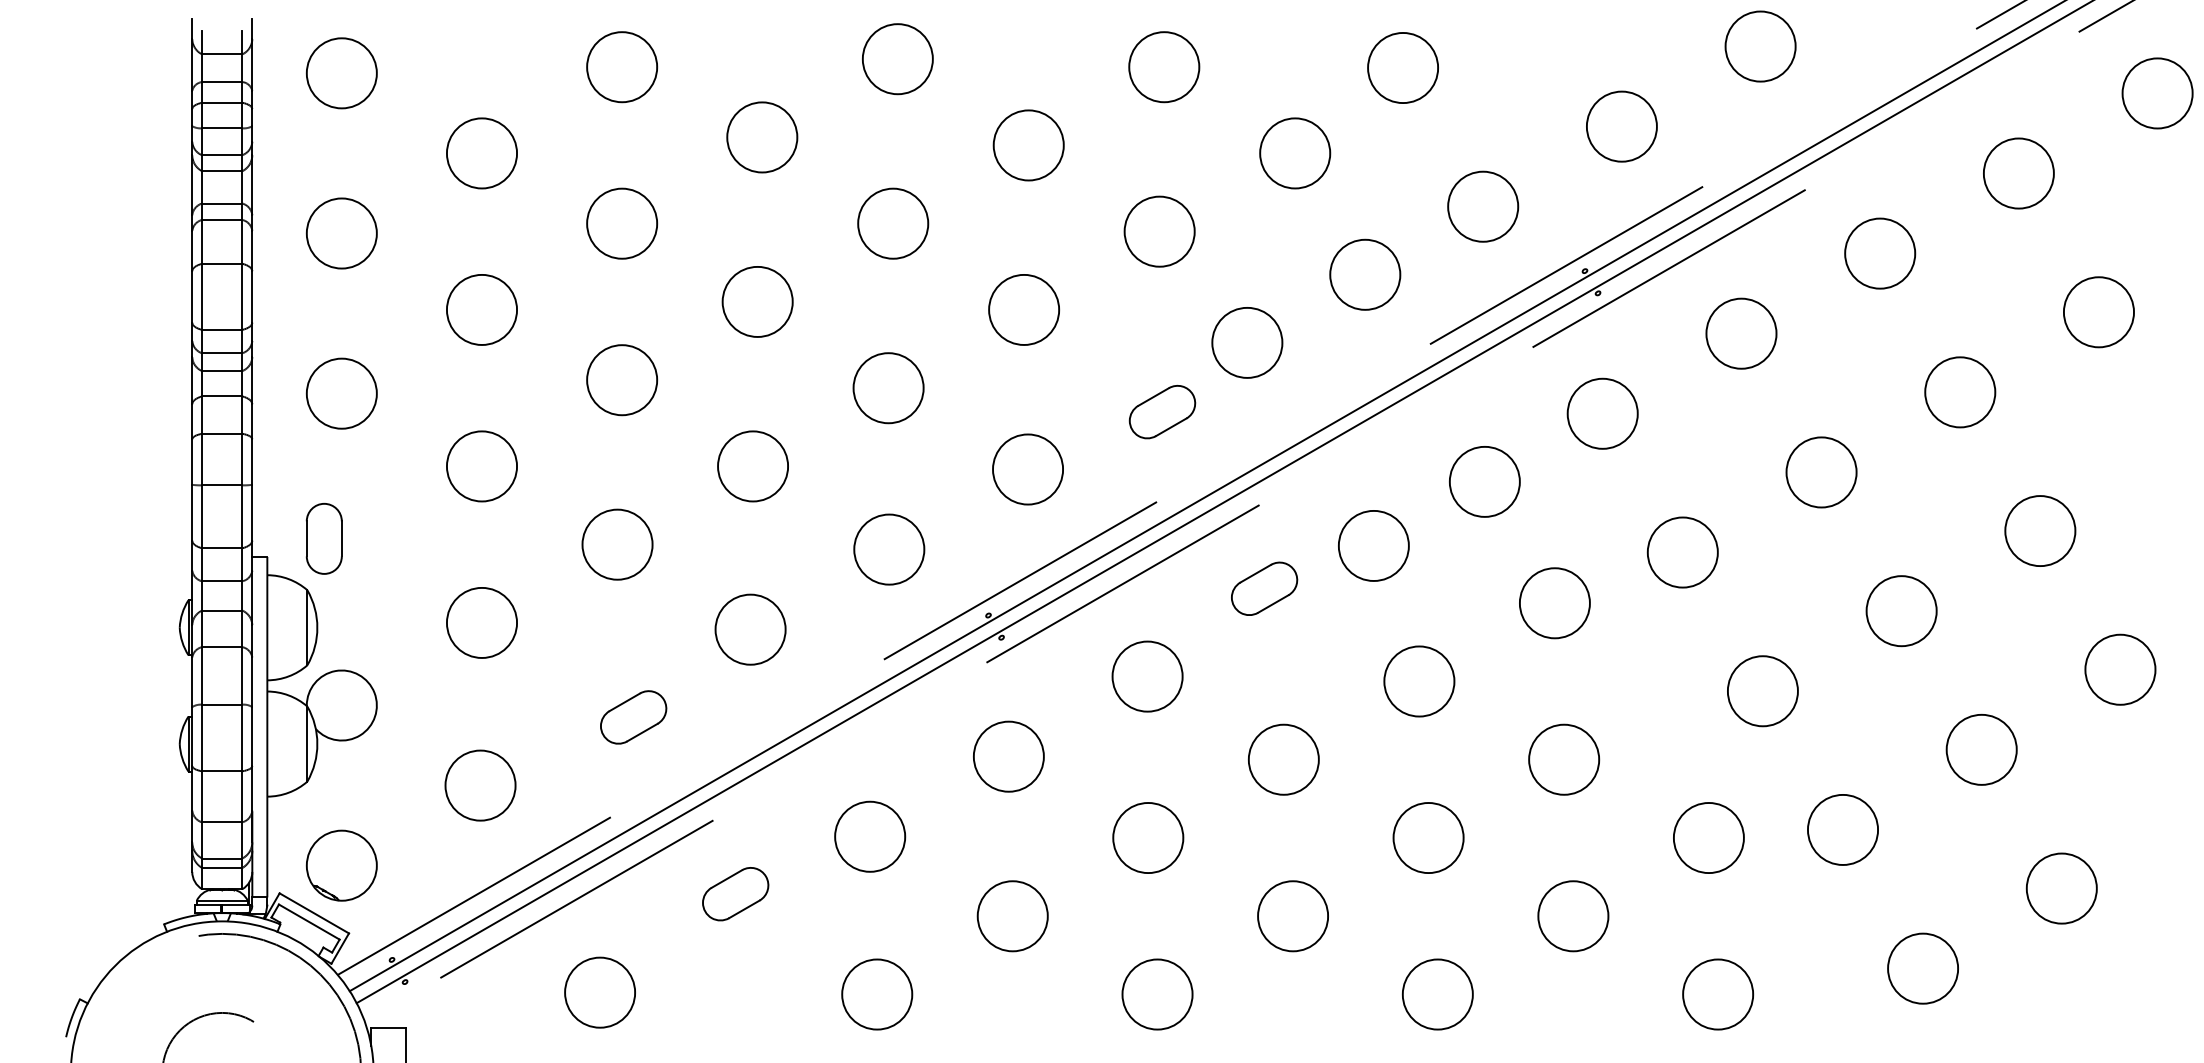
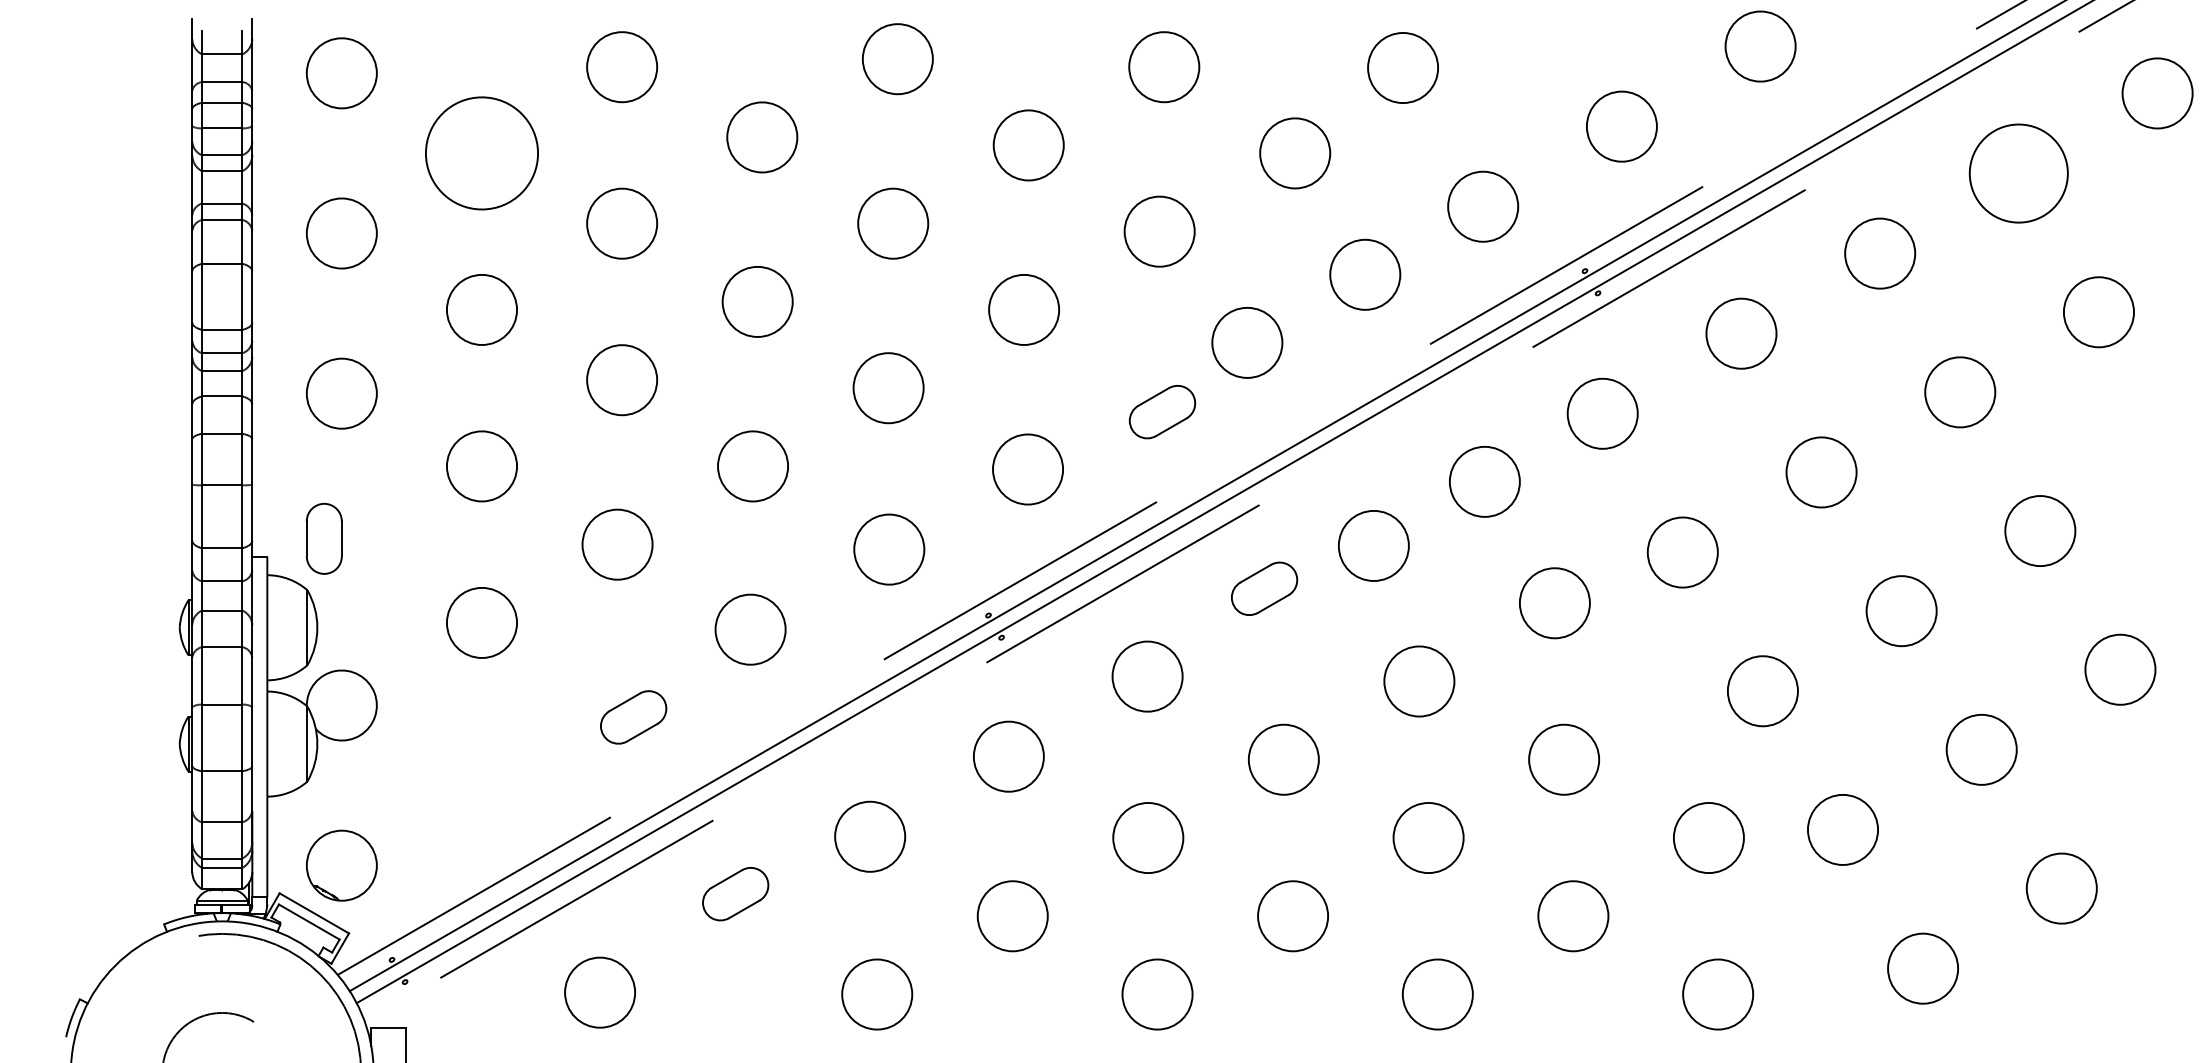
circle at (481, 153) diameter: 70 px -> 112 px
circle at (2018, 173) size: 72x73 px -> 101x101 px
circle at (480, 785): present -> none
